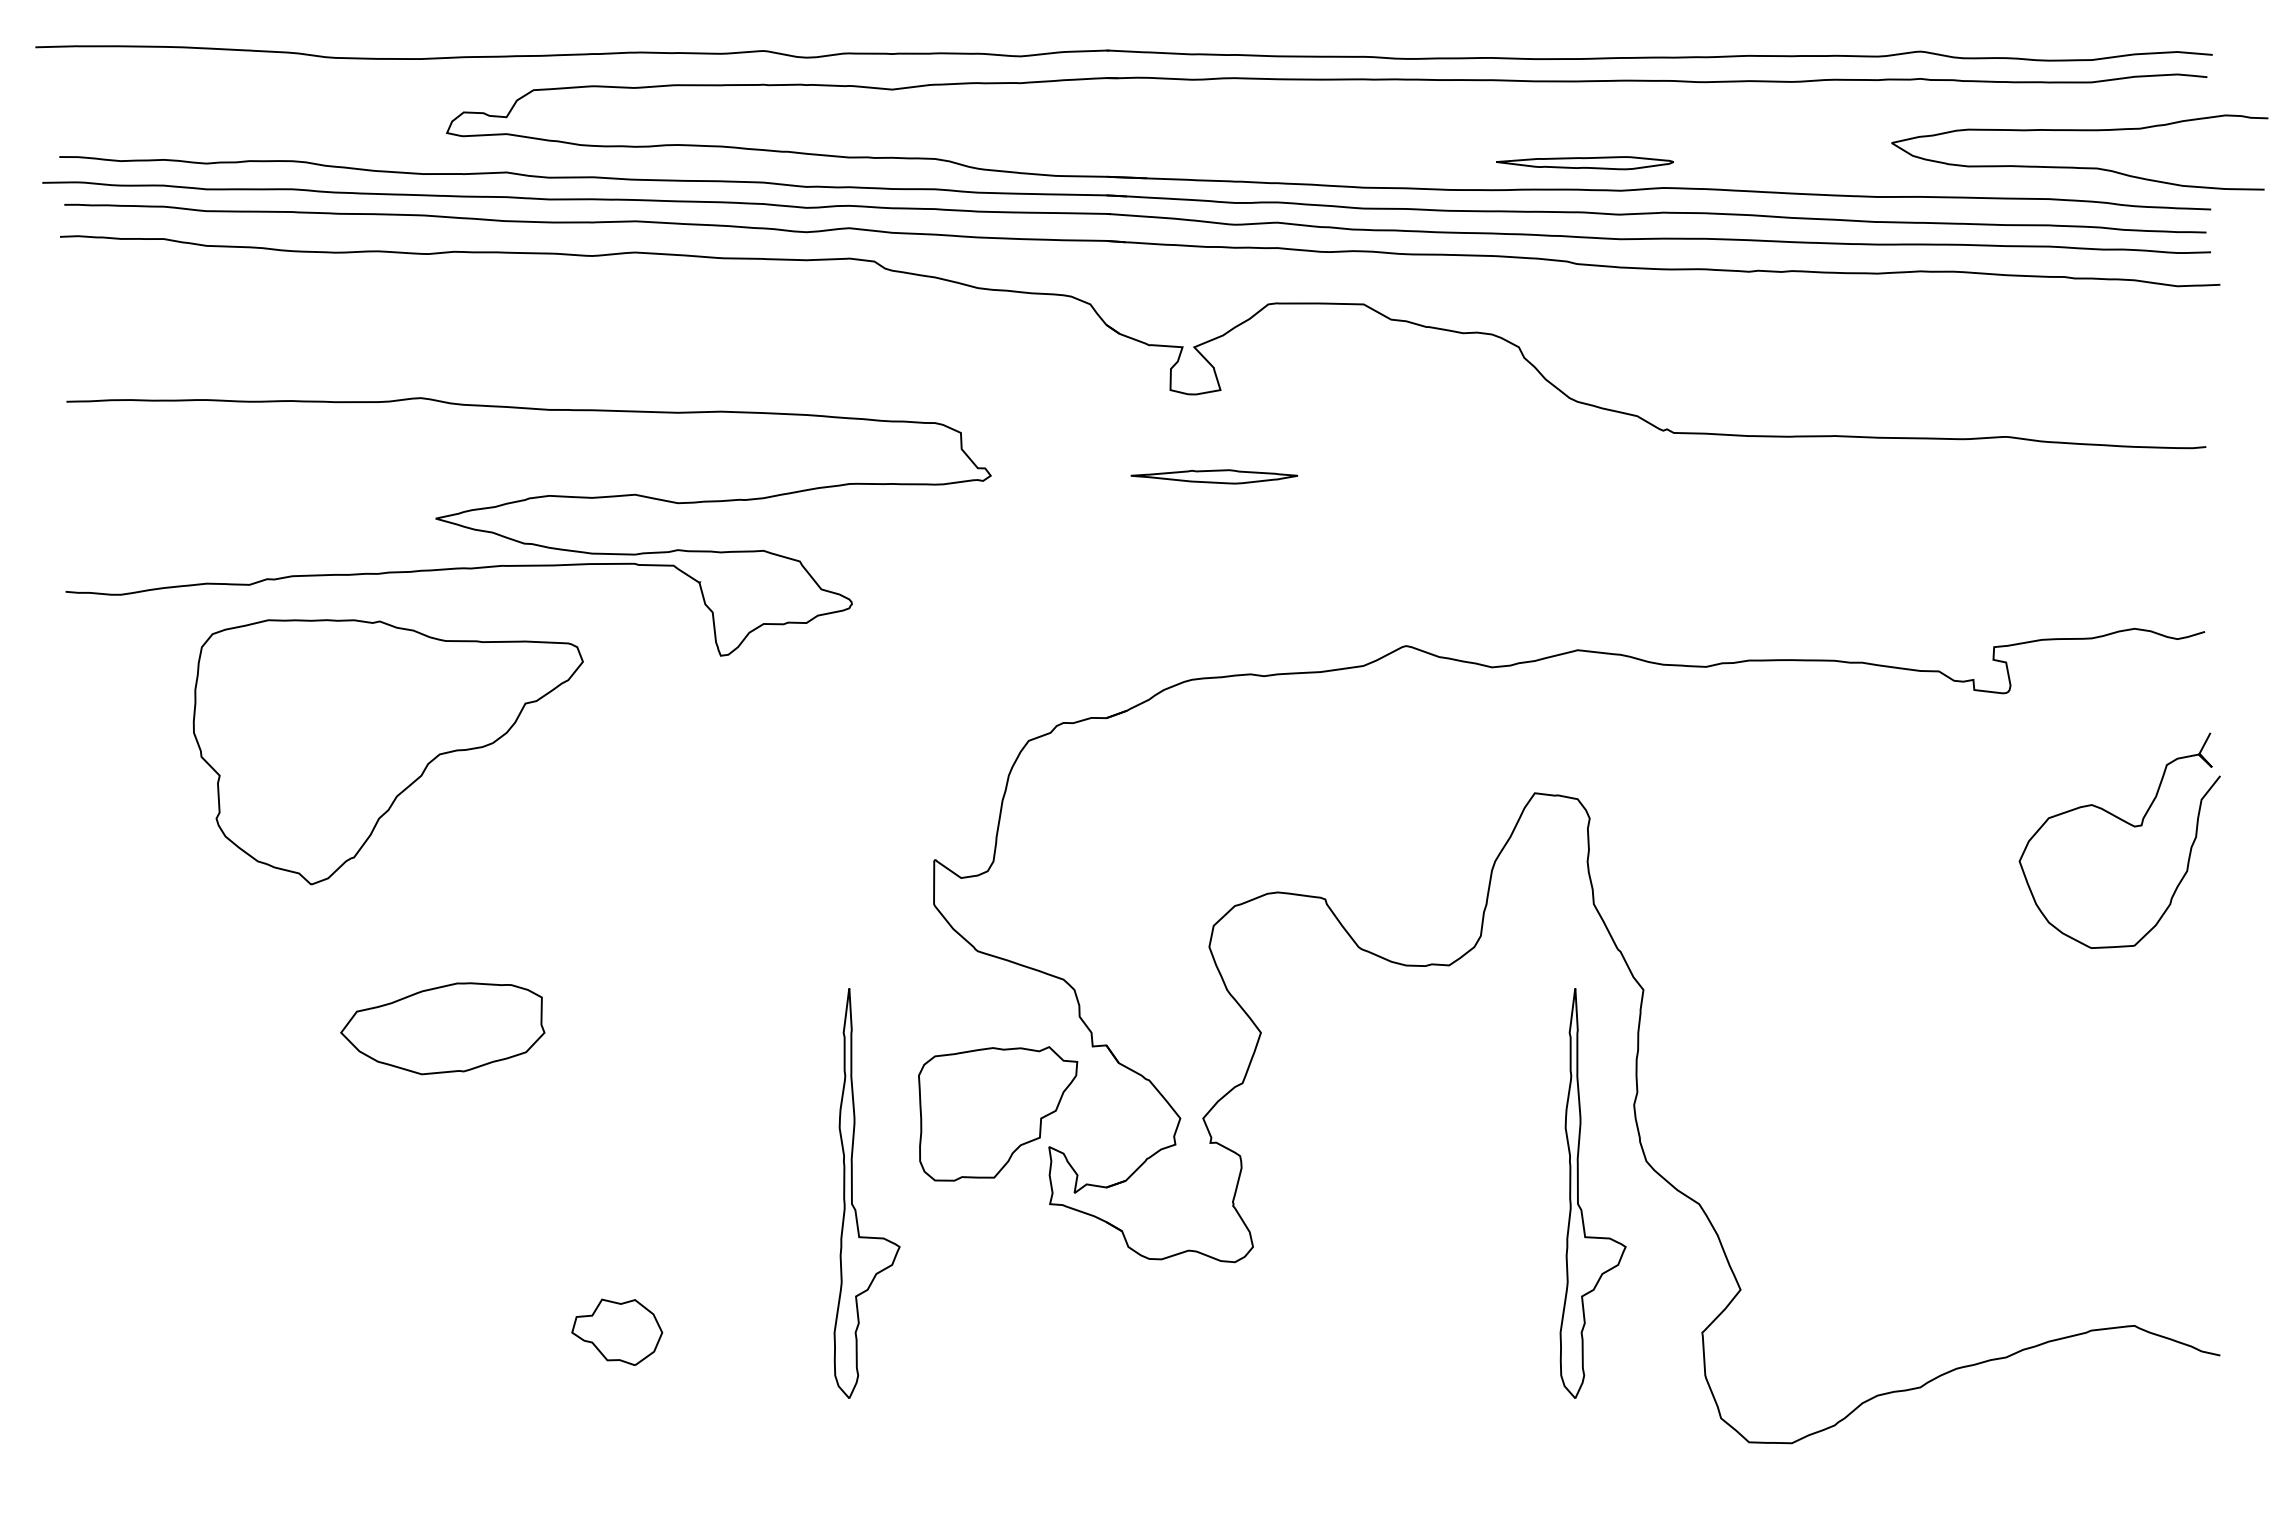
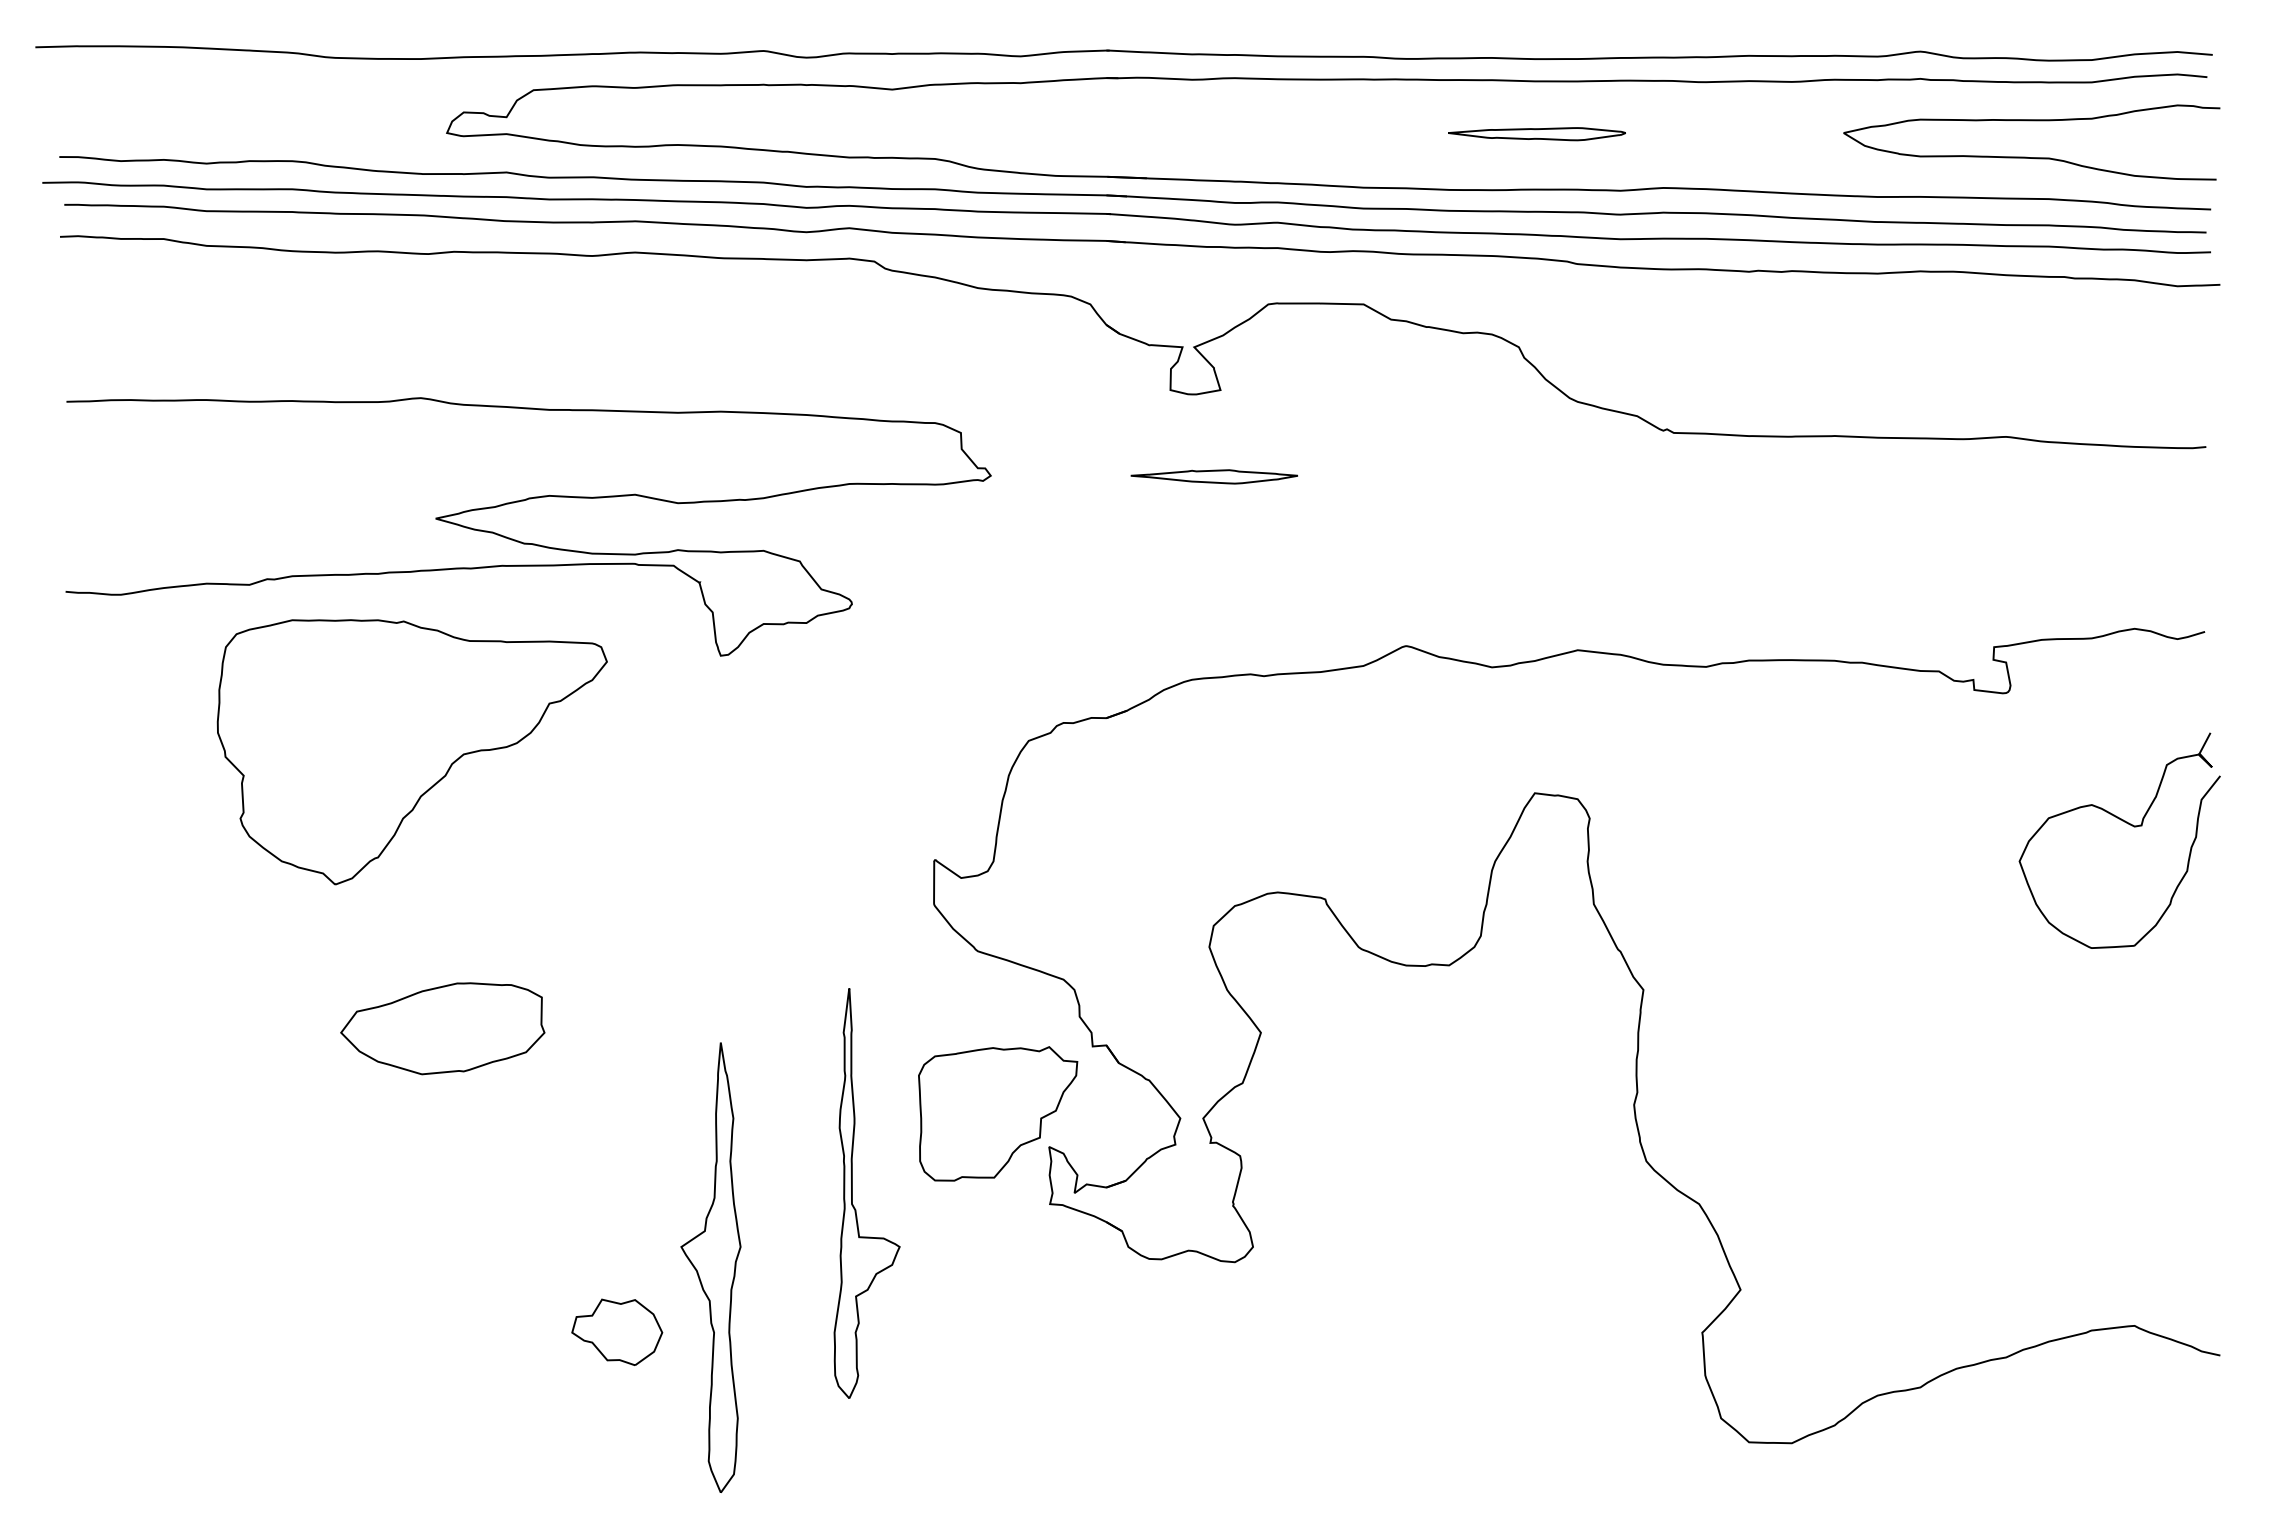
part at (1584, 163) position: (1584, 163) -> (1536, 134)
curve at (2074, 166) position: (2074, 166) -> (2026, 156)
part at (387, 752) position: (387, 752) -> (411, 752)
part at (1578, 1193): present -> none
part at (710, 1267): none -> present
